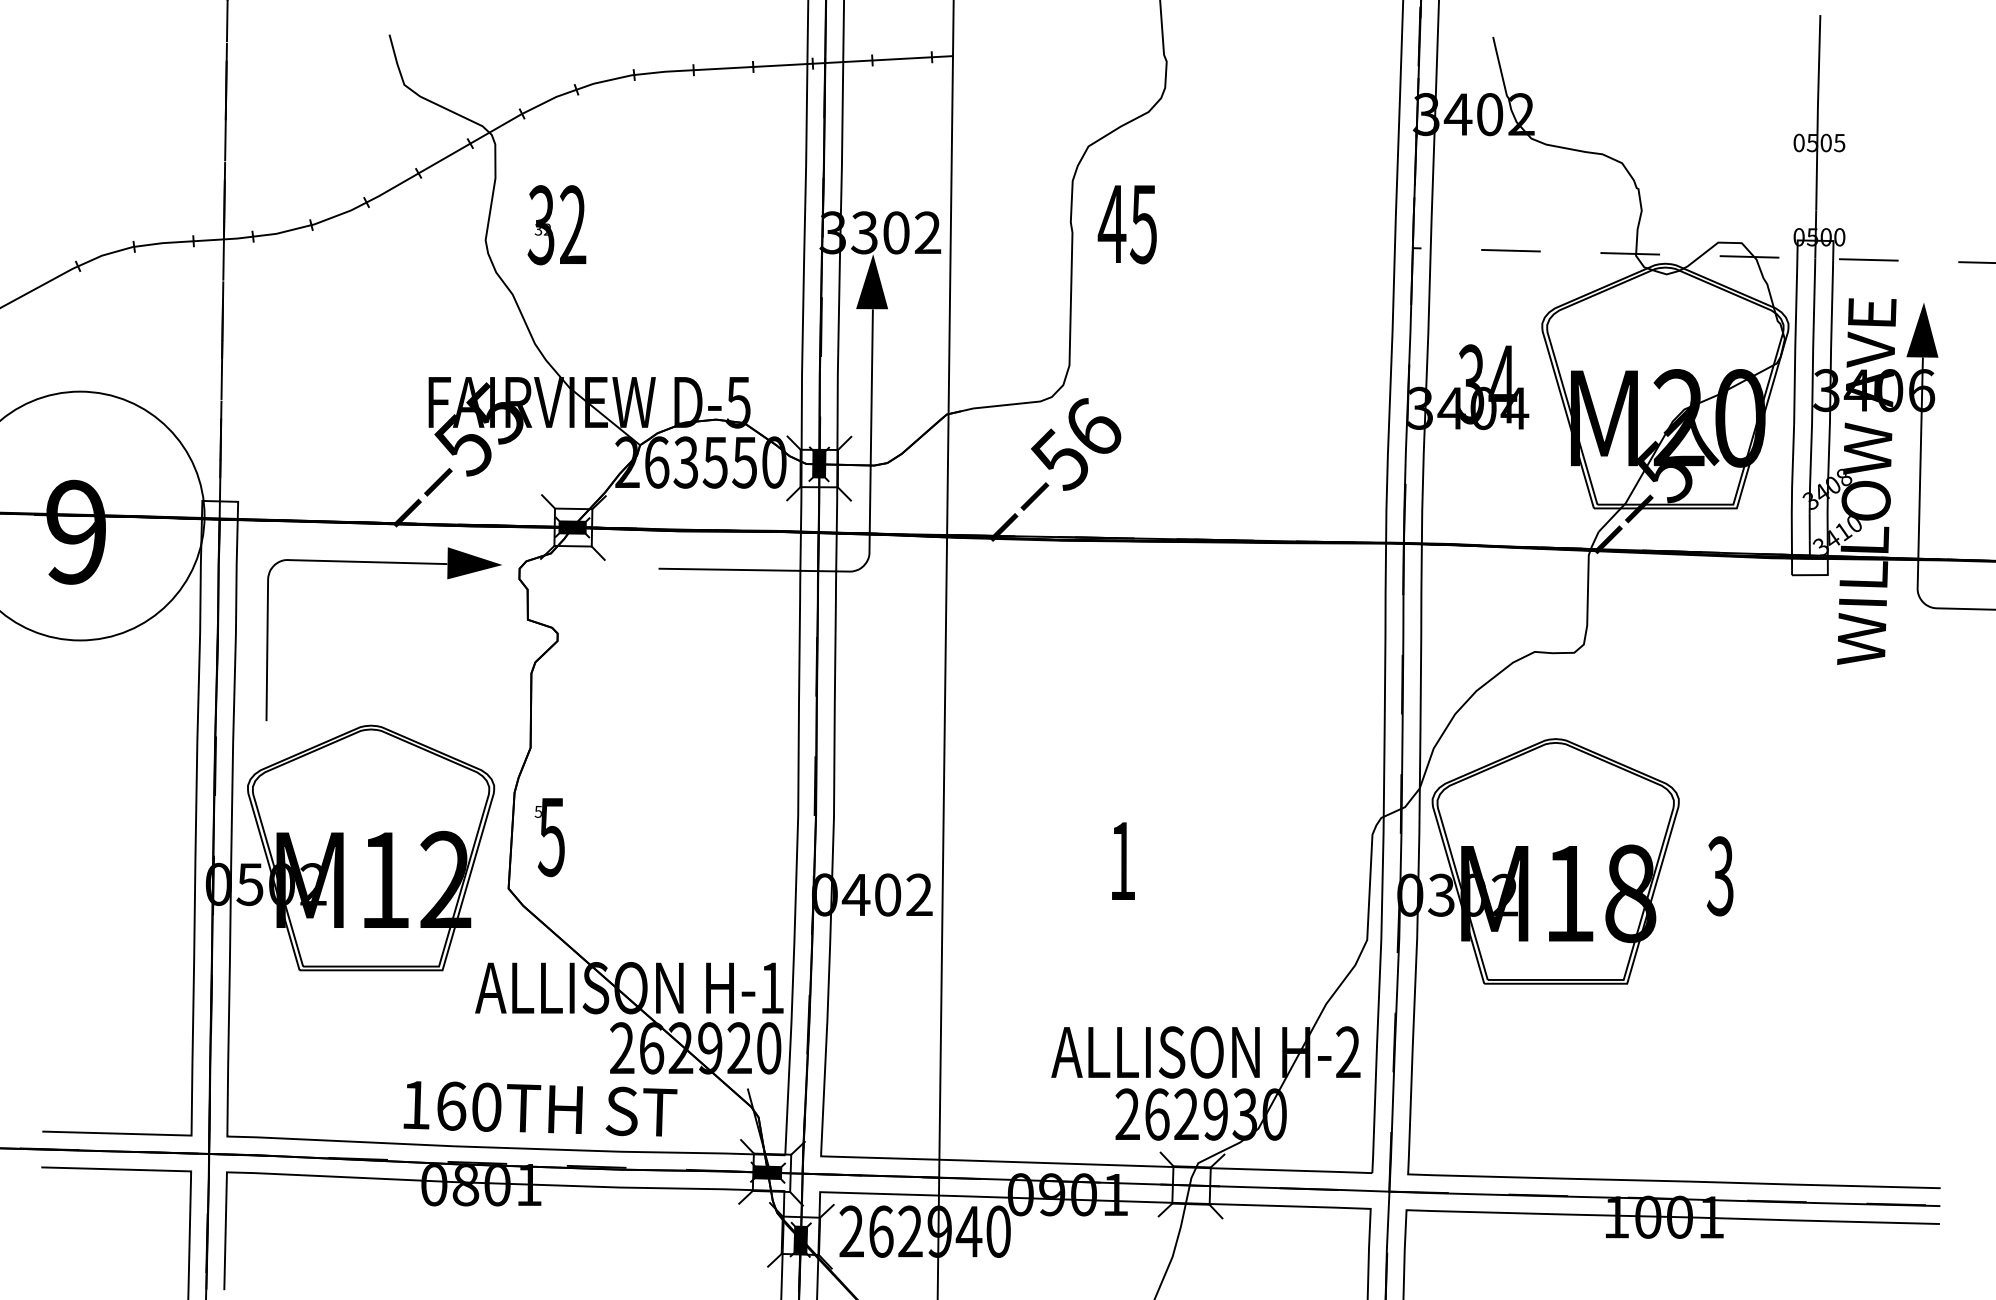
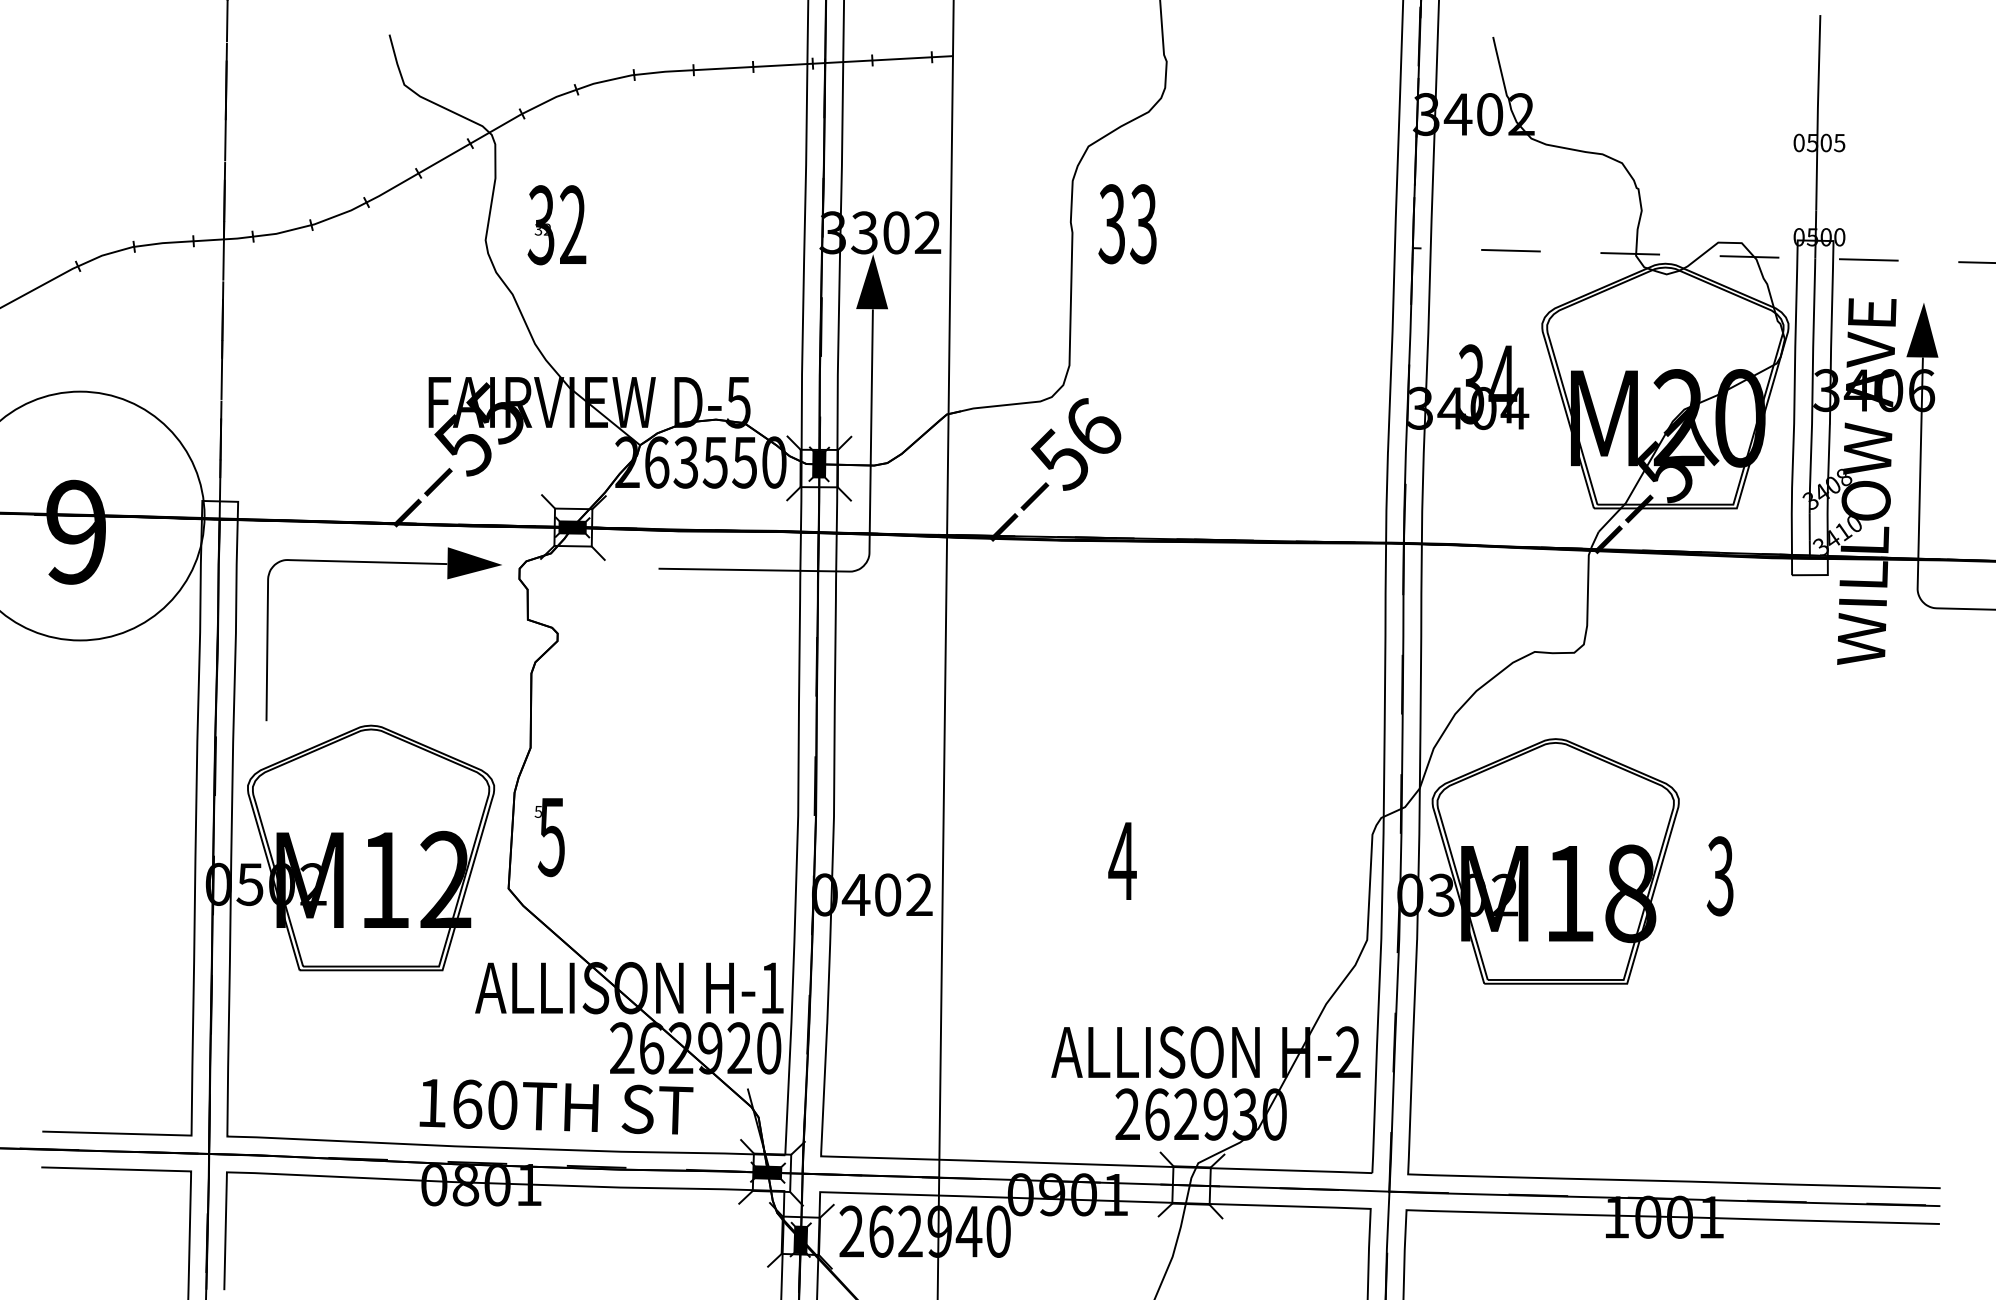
text at (1126, 224): 45 -> 33
text at (1122, 860): 1 -> 4
text at (540, 1108) position: (540, 1108) -> (556, 1106)
